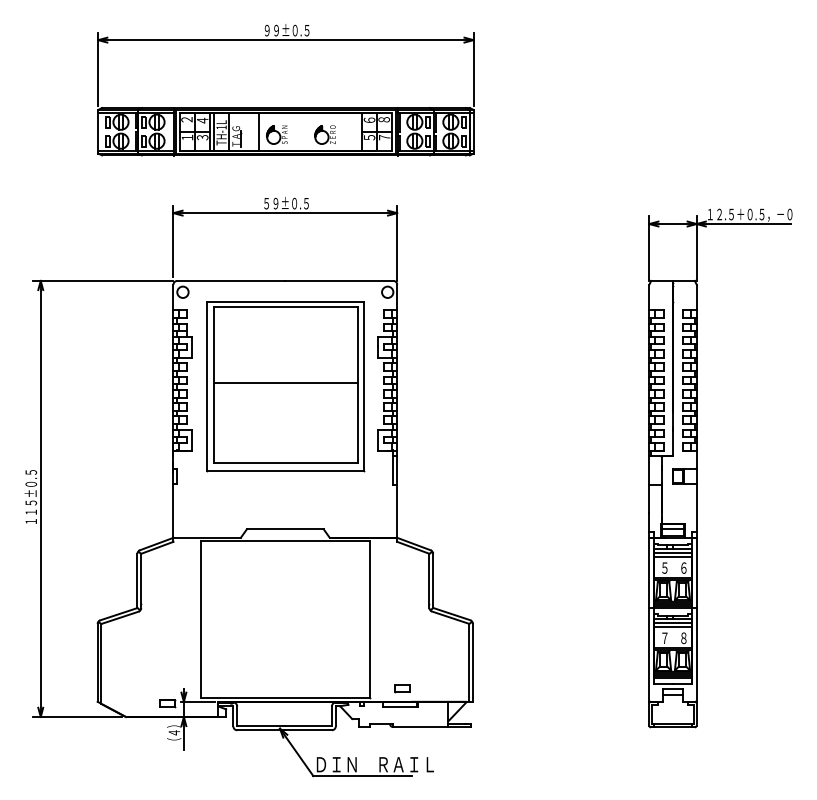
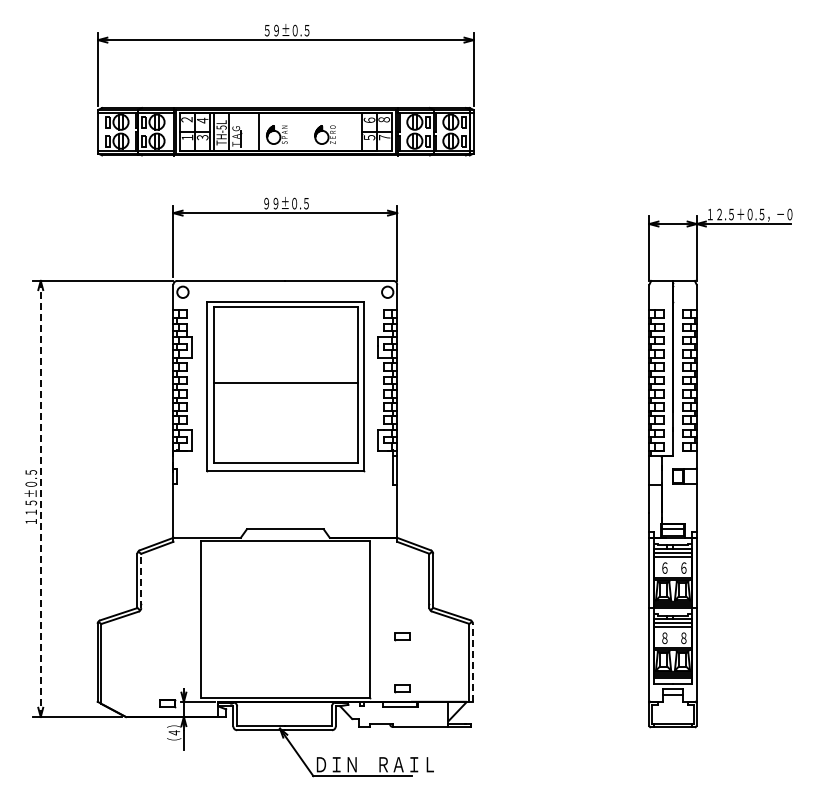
text at (266, 30): ９９±０.５ -> ５９±０.５
text at (221, 127): TH-1L -> TH-5L
text at (266, 203): ５９±０.５ -> ９９±０.５
line at (40, 499): solid -> dashed
text at (664, 567): ５ -> ６
line at (141, 580): solid -> dashed
part at (402, 636): none -> present
text at (664, 638): ７ -> ８
line at (473, 662): solid -> dashed
